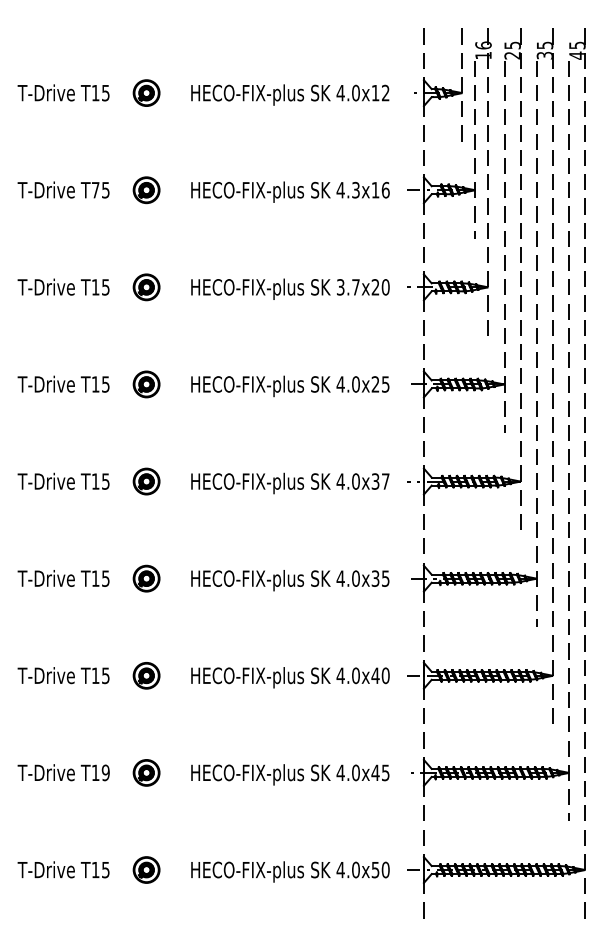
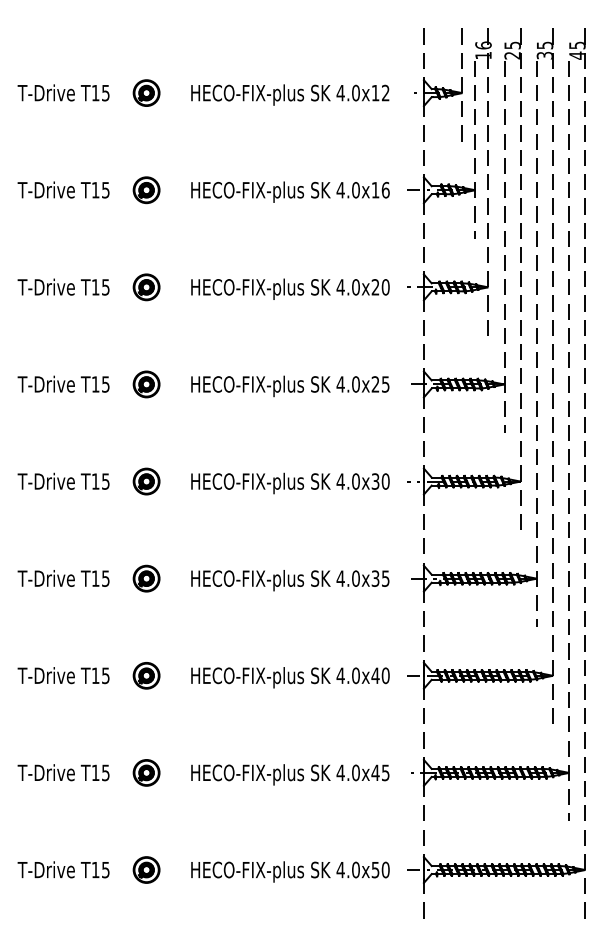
text at (95, 190): T75 -> T15
text at (355, 190): 4.3x16 -> 4.0x16
text at (347, 287): 3.7x20 -> 4.0x20
text at (385, 481): 4.0x37 -> 4.0x30
text at (105, 772): T19 -> T15
